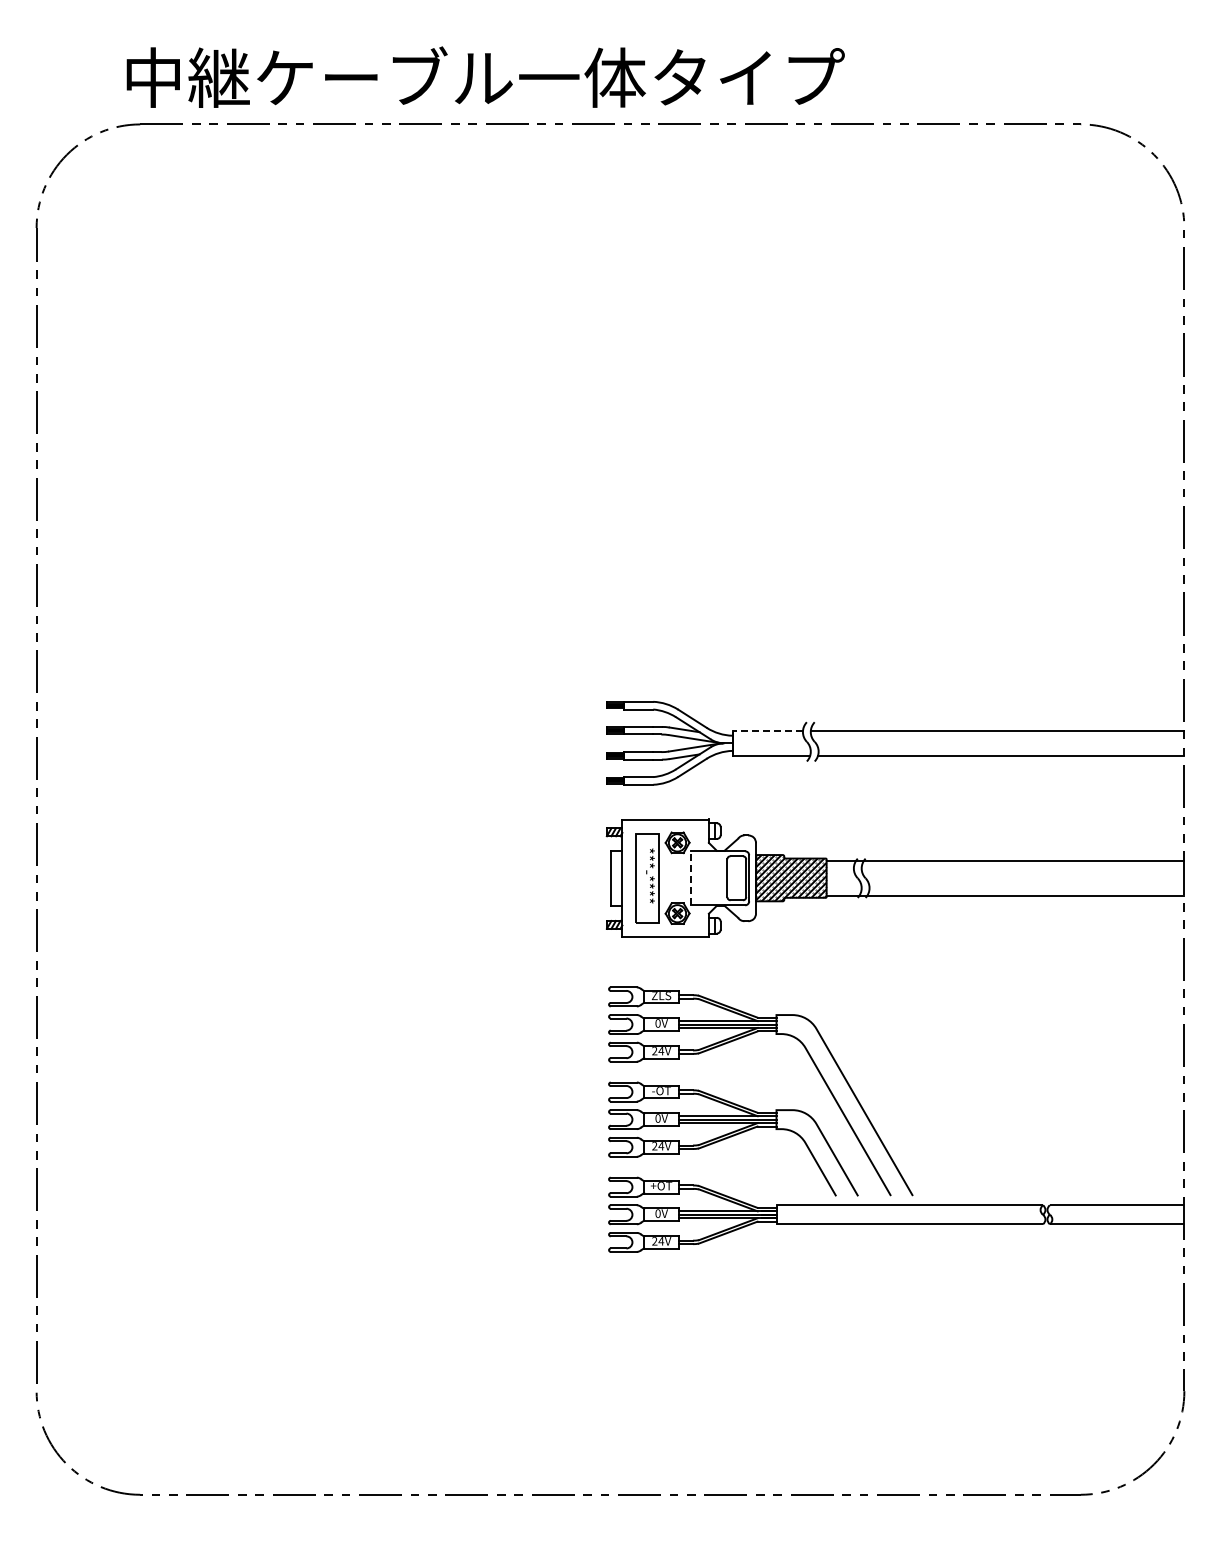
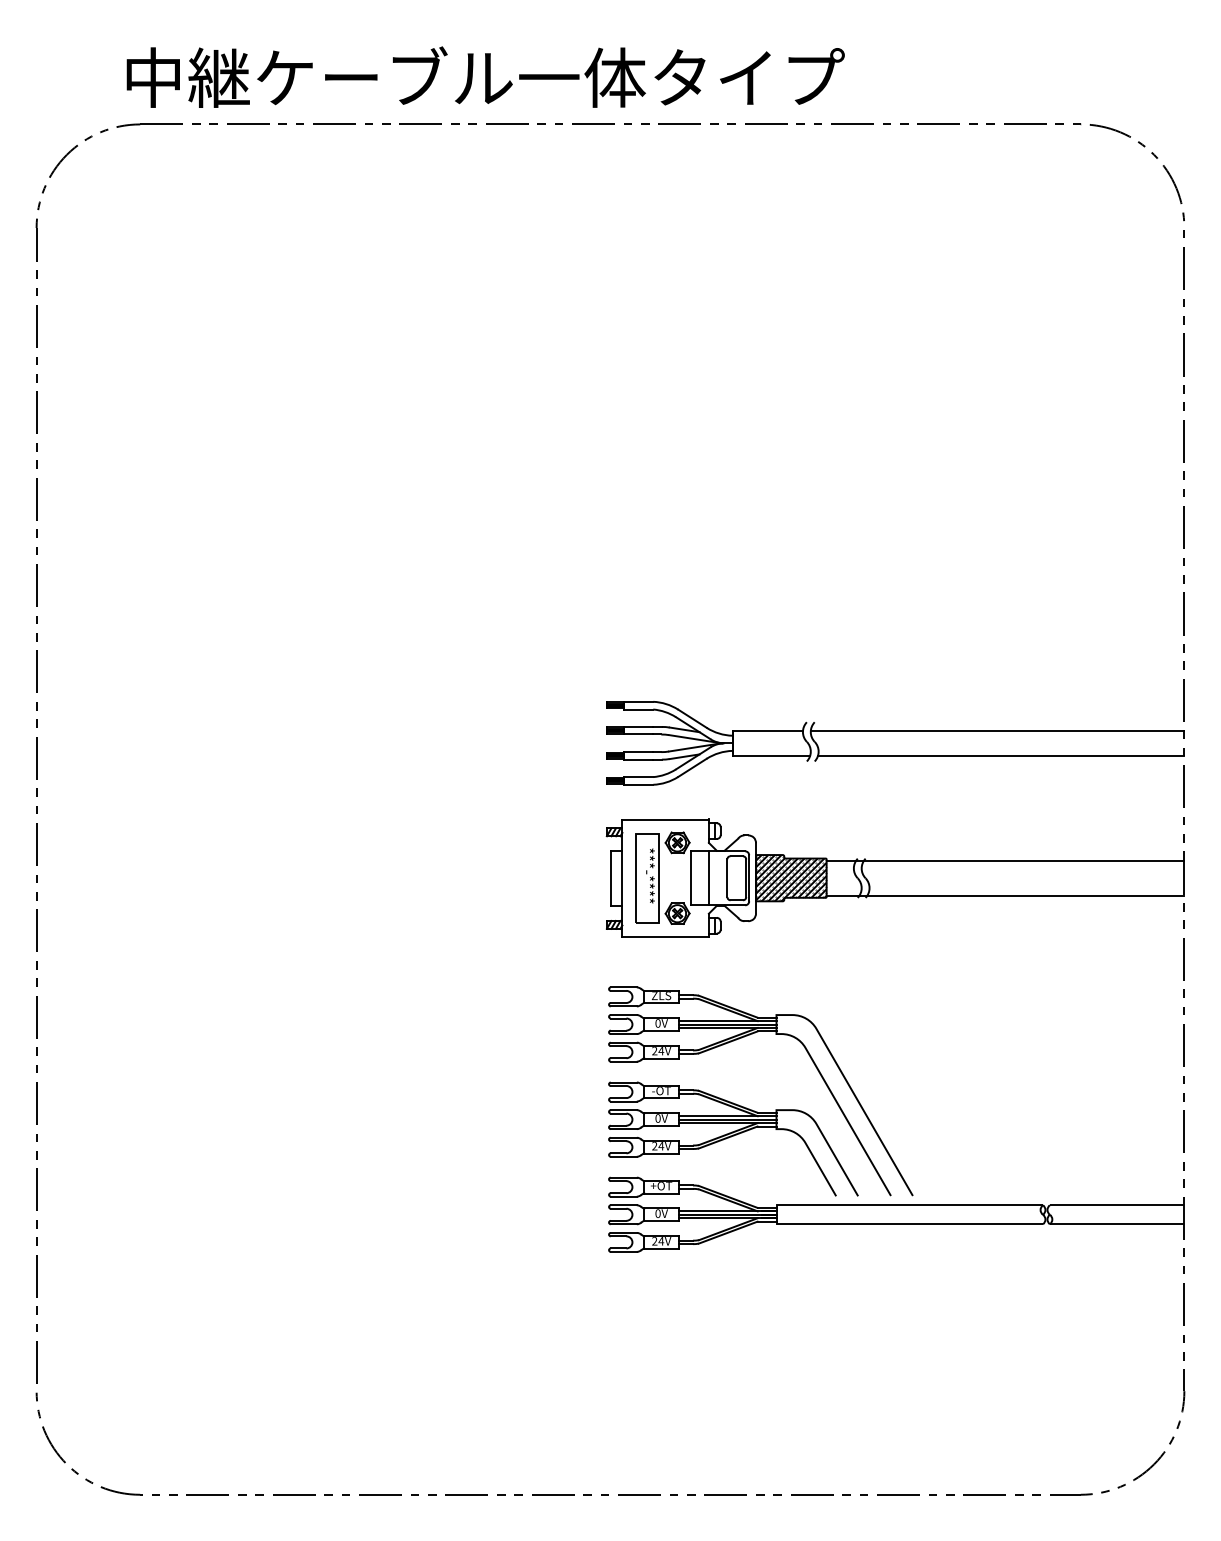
line at (767, 731): dashed -> solid
line at (690, 878): dashed -> solid
line at (709, 878): none -> present
